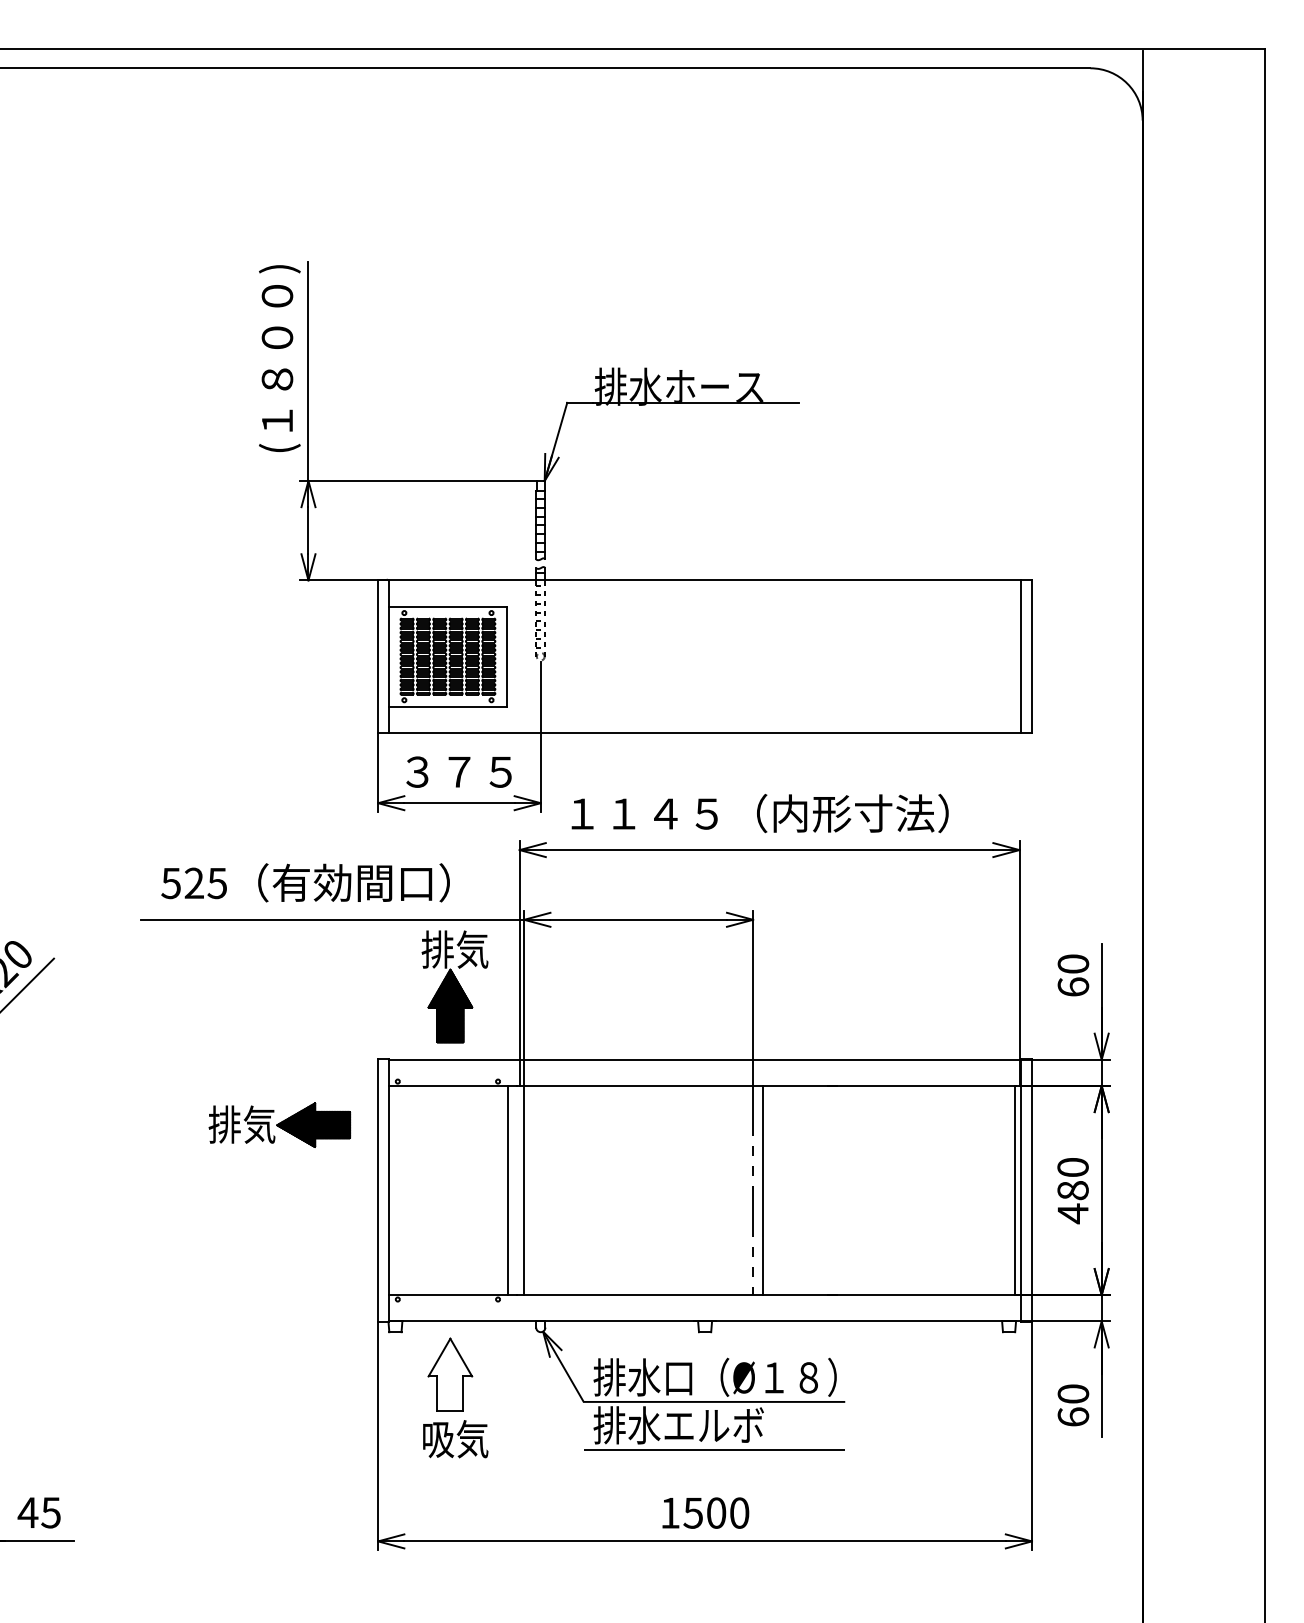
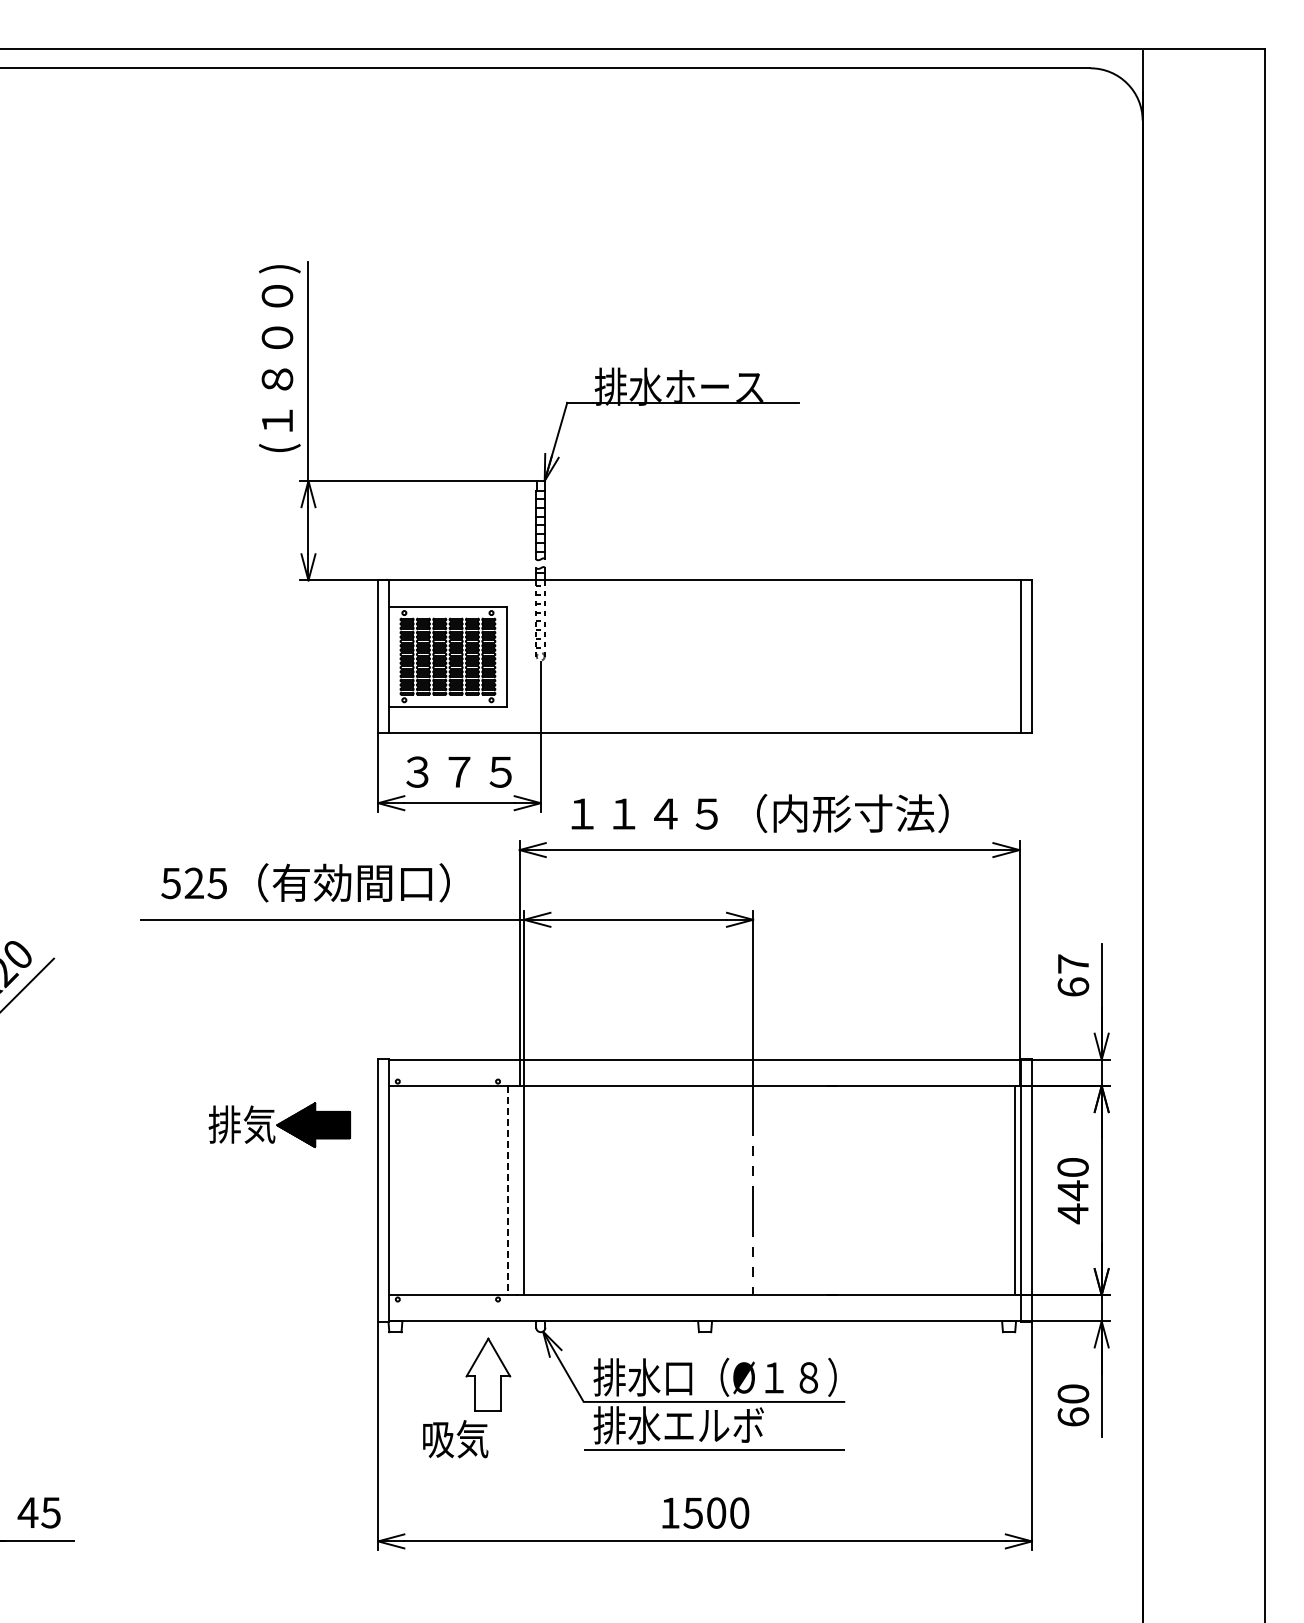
text at (1073, 963): 60 -> 67
part at (454, 986): present -> none
line at (508, 1190): solid -> dashed
line at (763, 1190): present -> none
text at (1072, 1190): 480 -> 440
part at (450, 1374) position: (450, 1374) -> (488, 1374)
